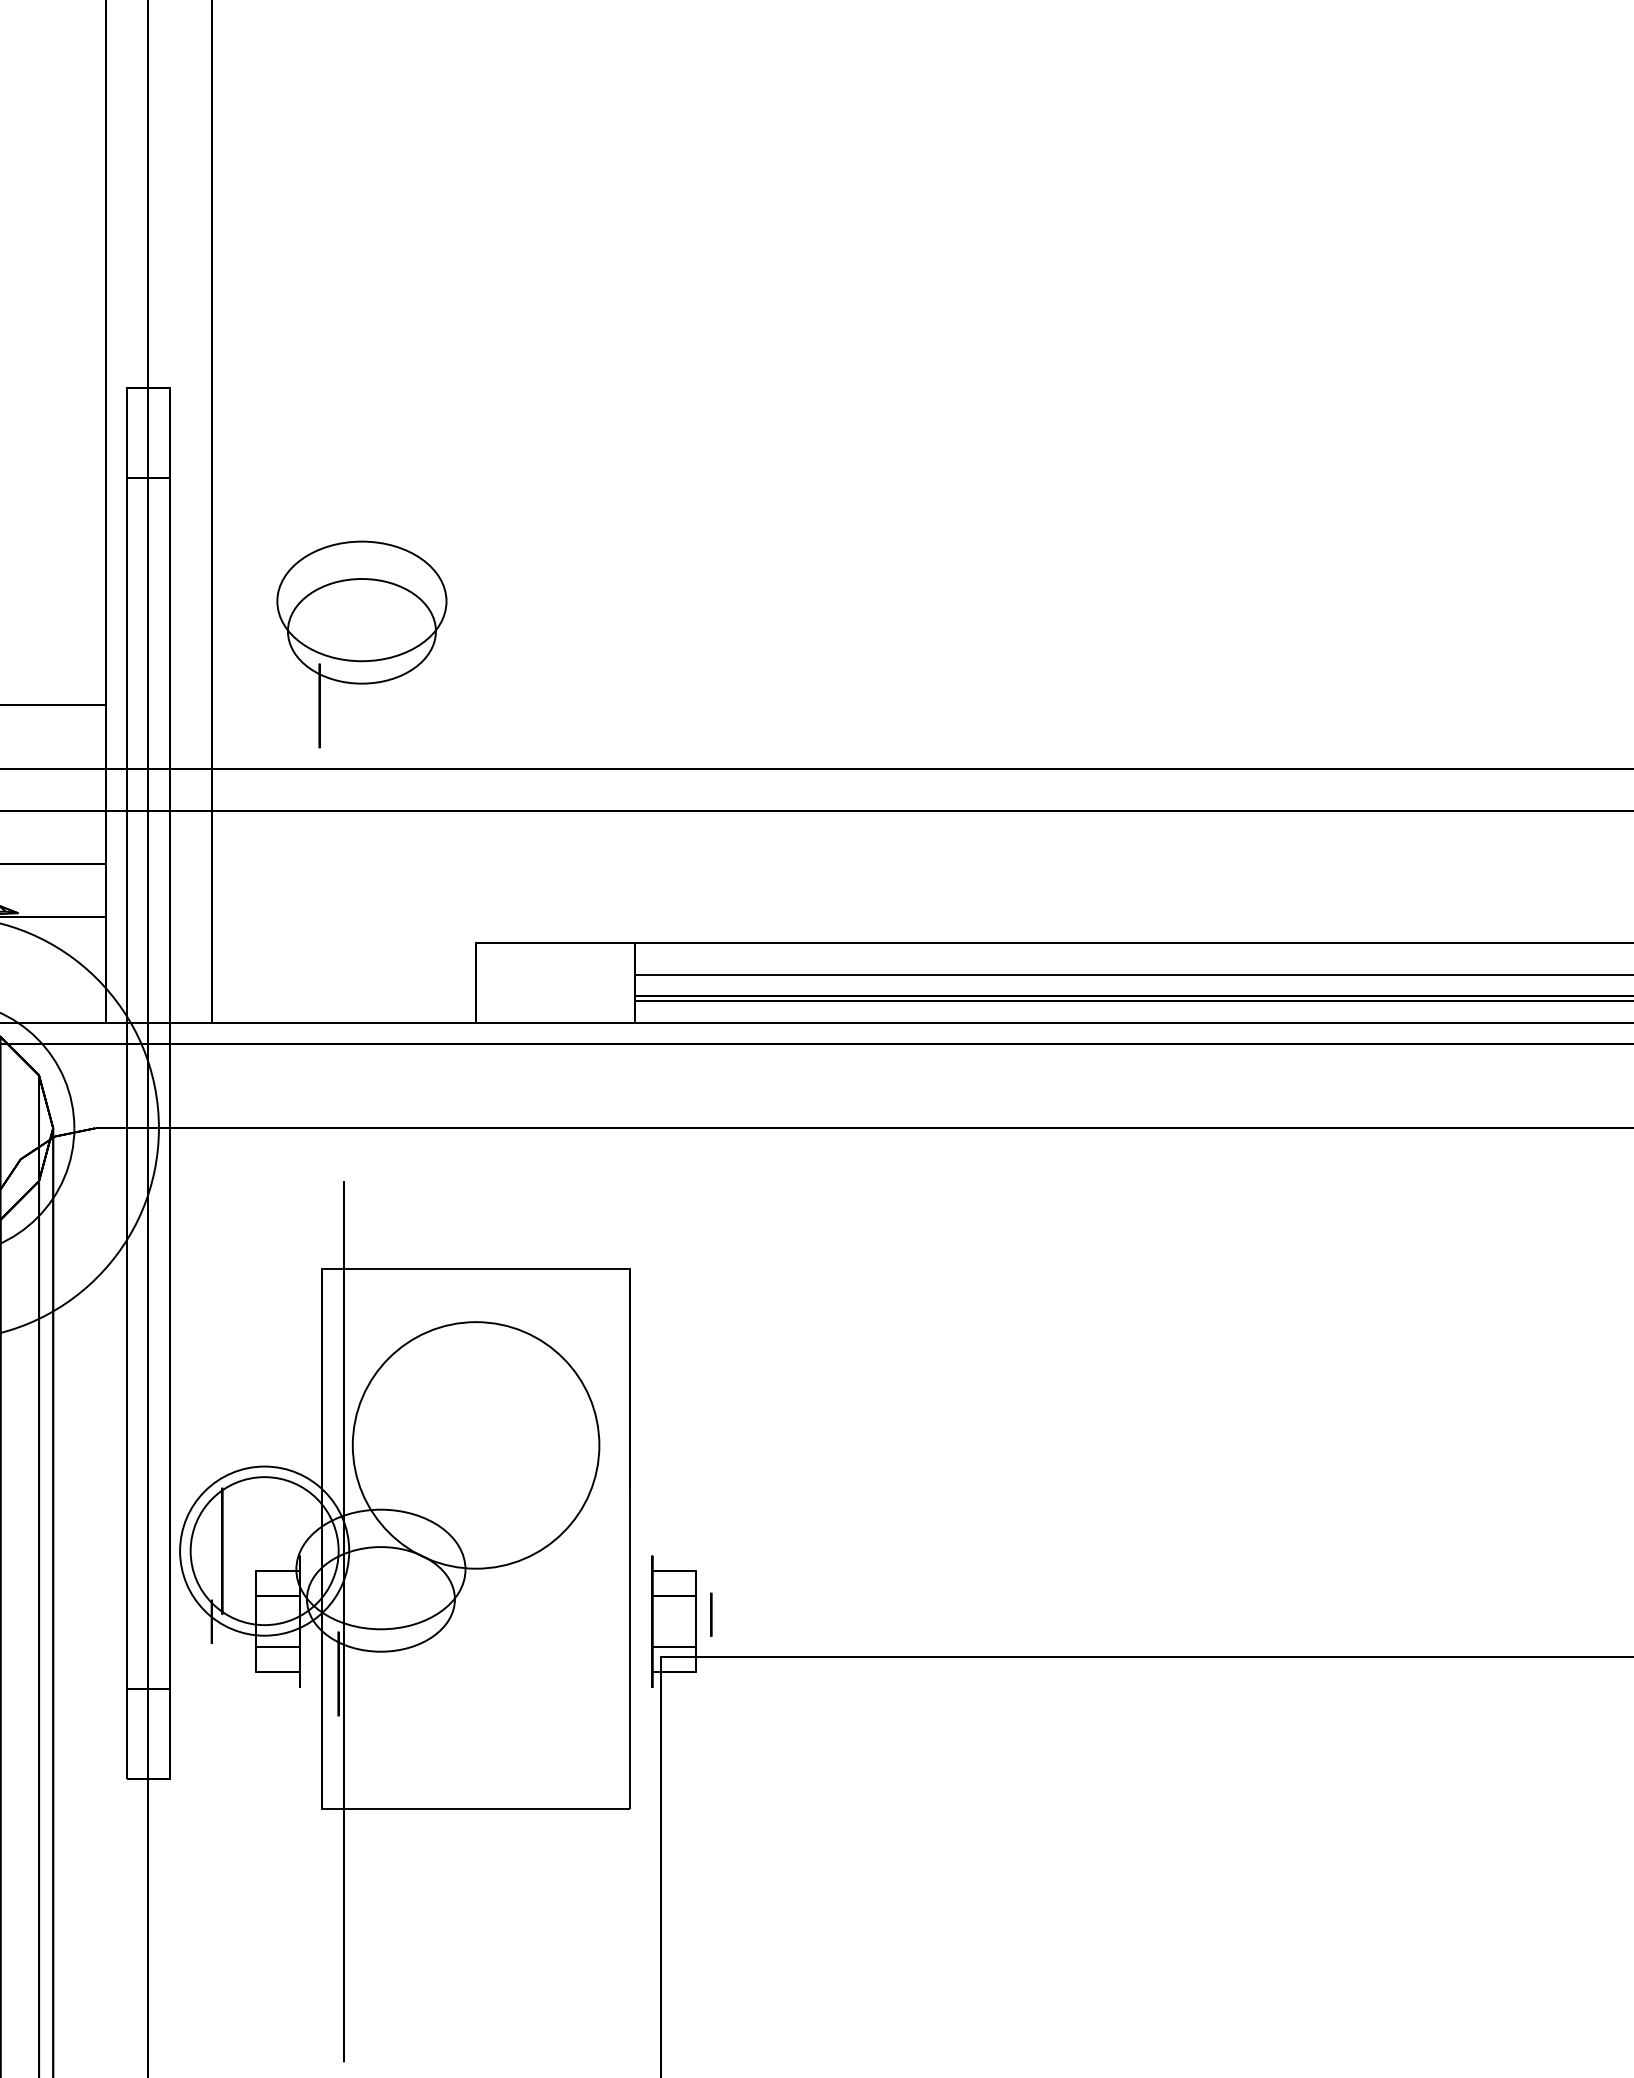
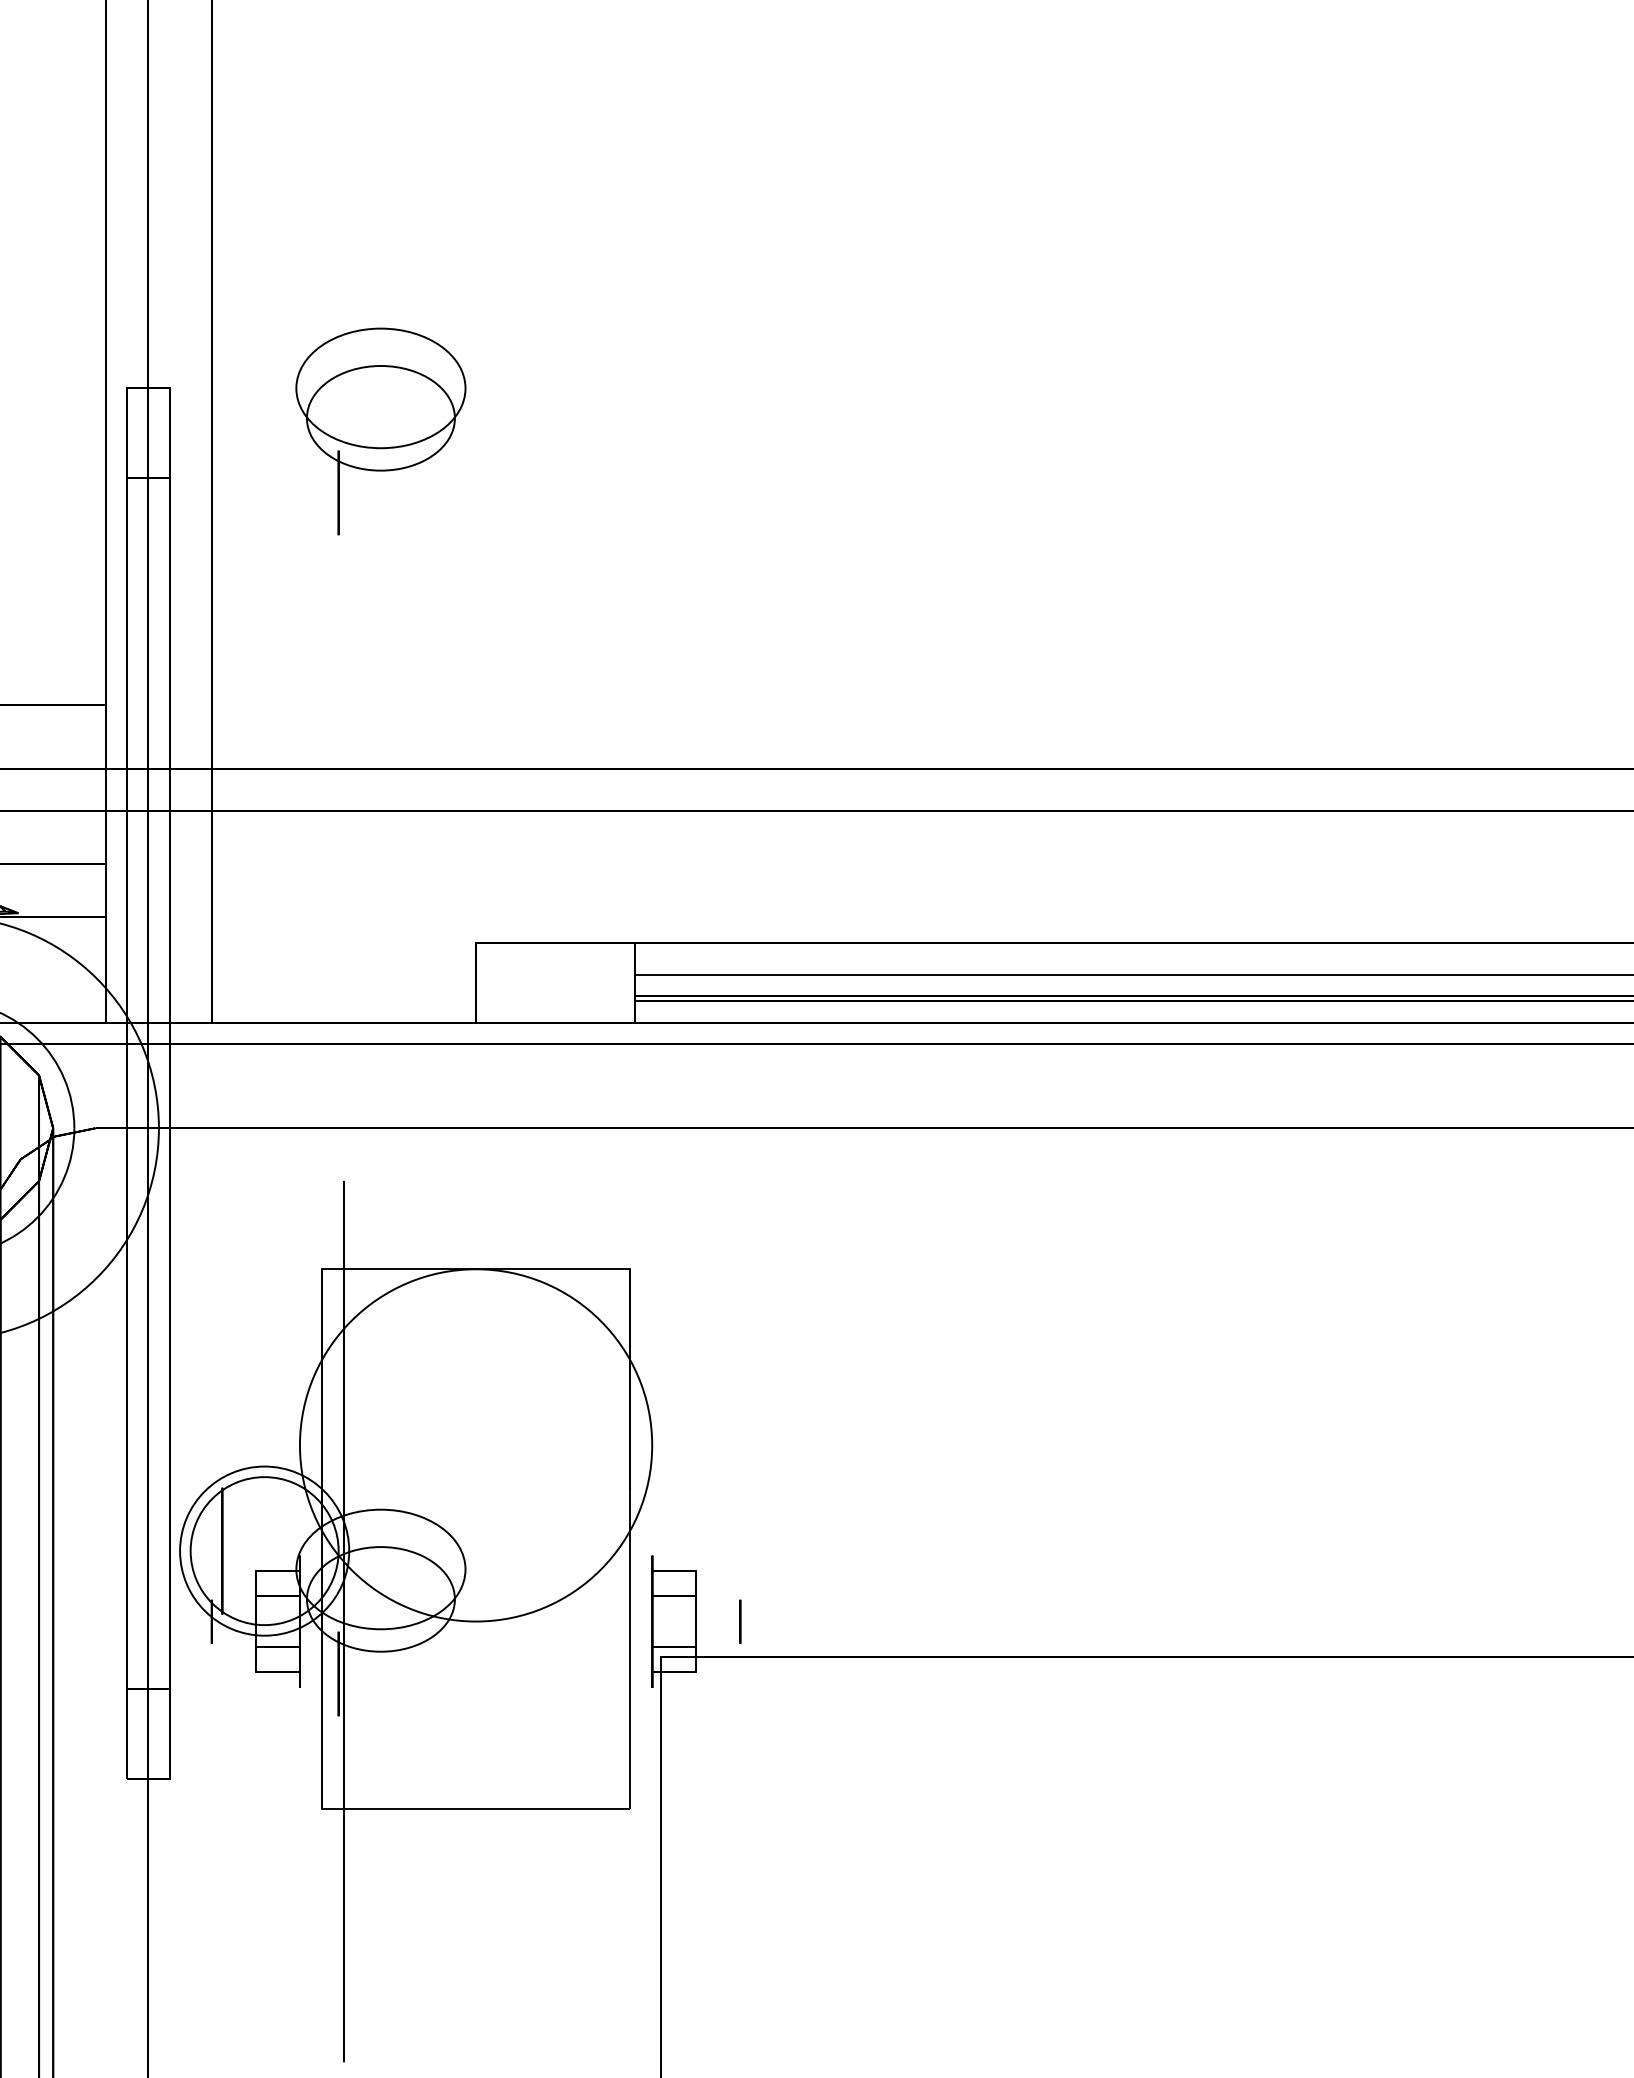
part at (361, 644) position: (361, 644) -> (380, 431)
circle at (475, 1445) diameter: 247 px -> 352 px
circle at (711, 1614) position: (711, 1614) -> (740, 1621)
